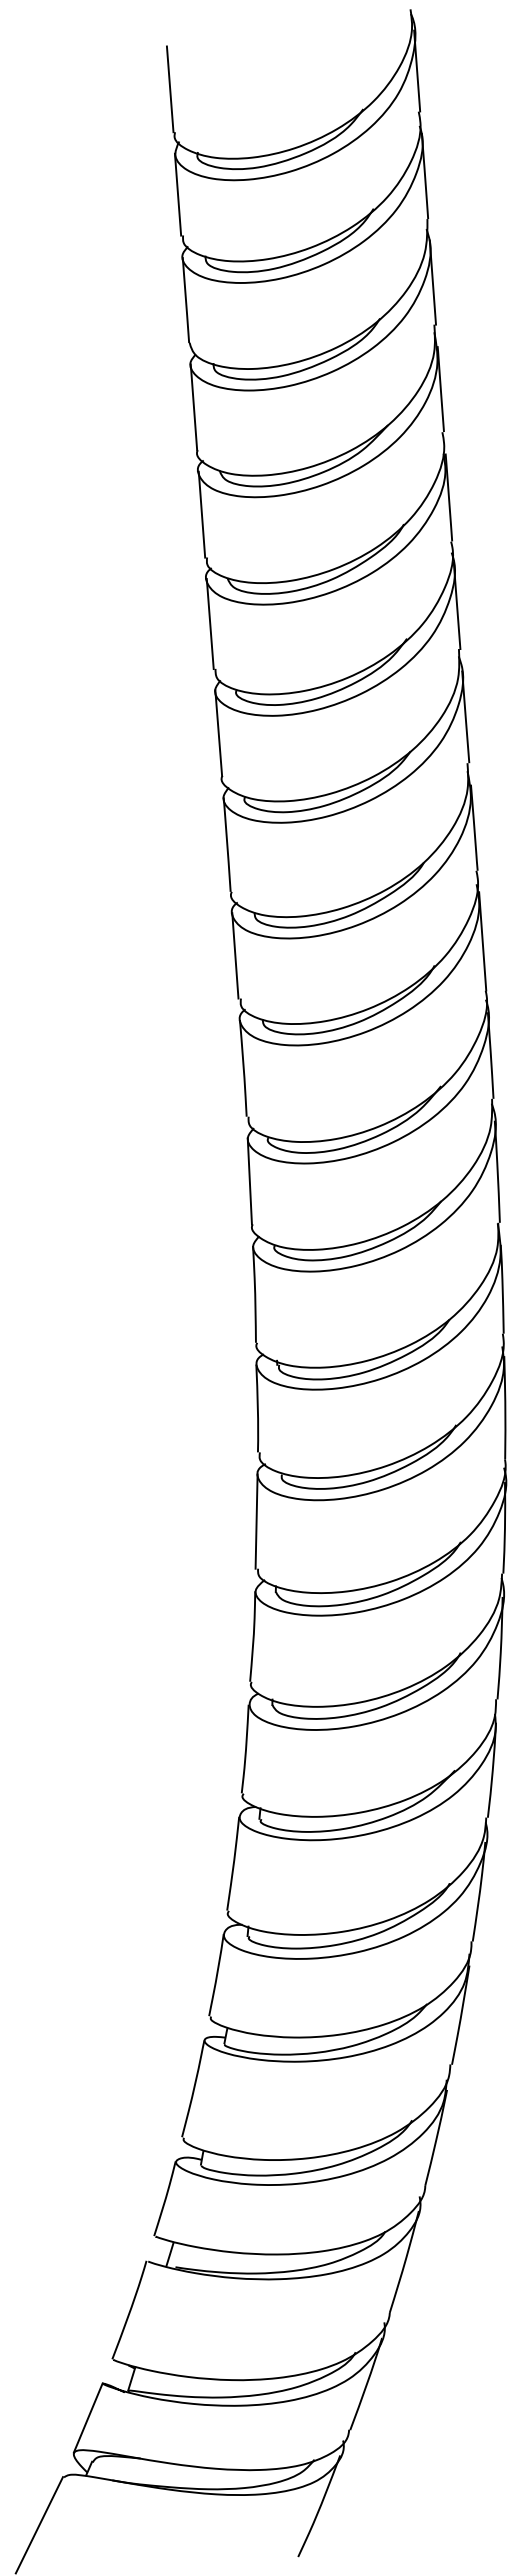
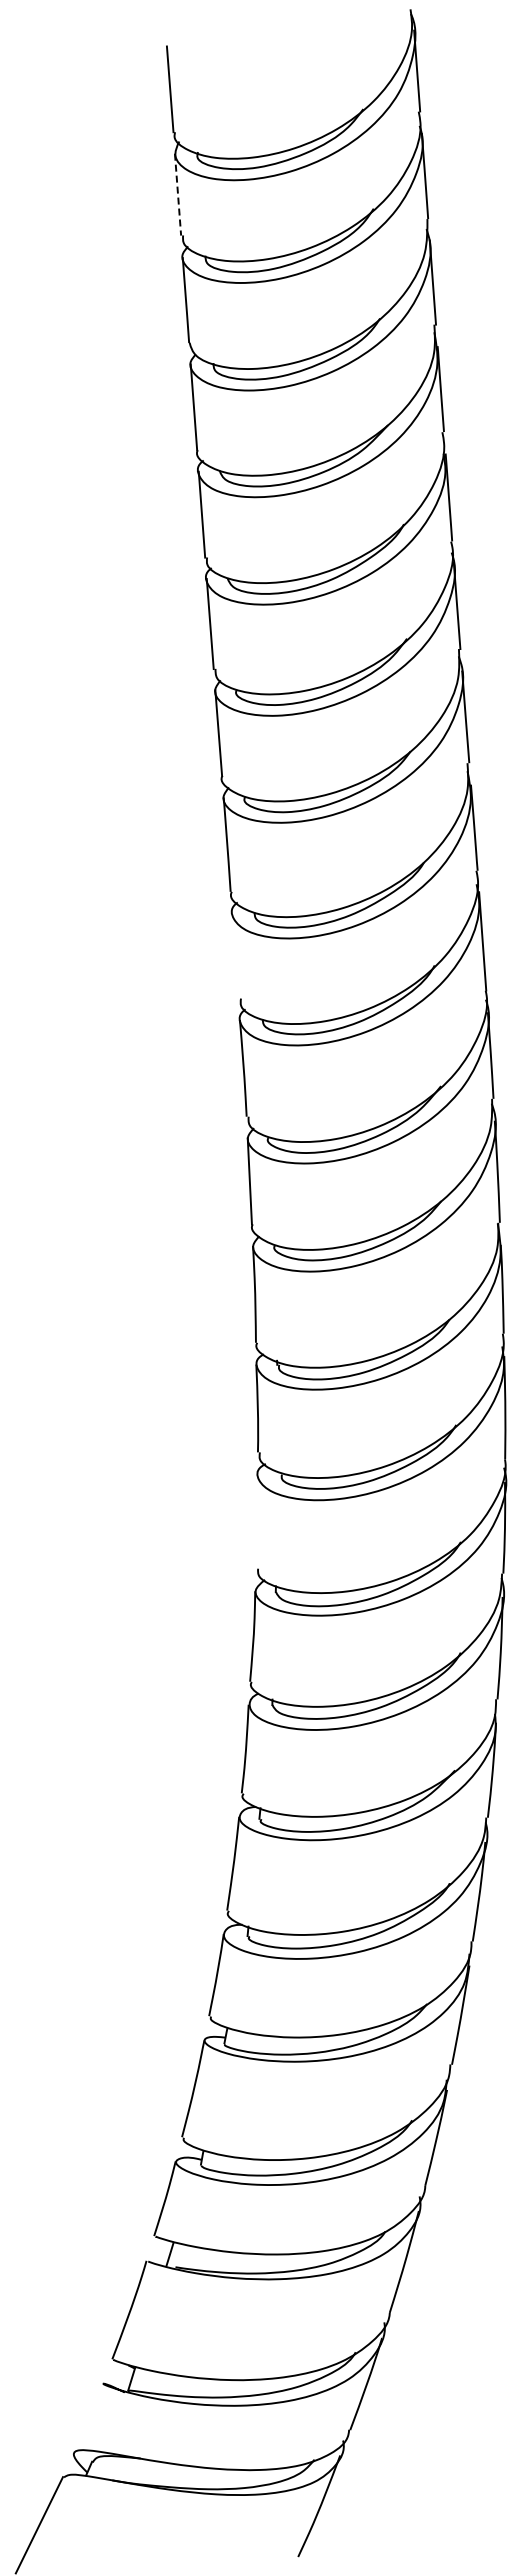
line at (178, 195): solid -> dashed
line at (235, 955): present -> none
line at (256, 1521): present -> none
line at (87, 2417): present -> none
